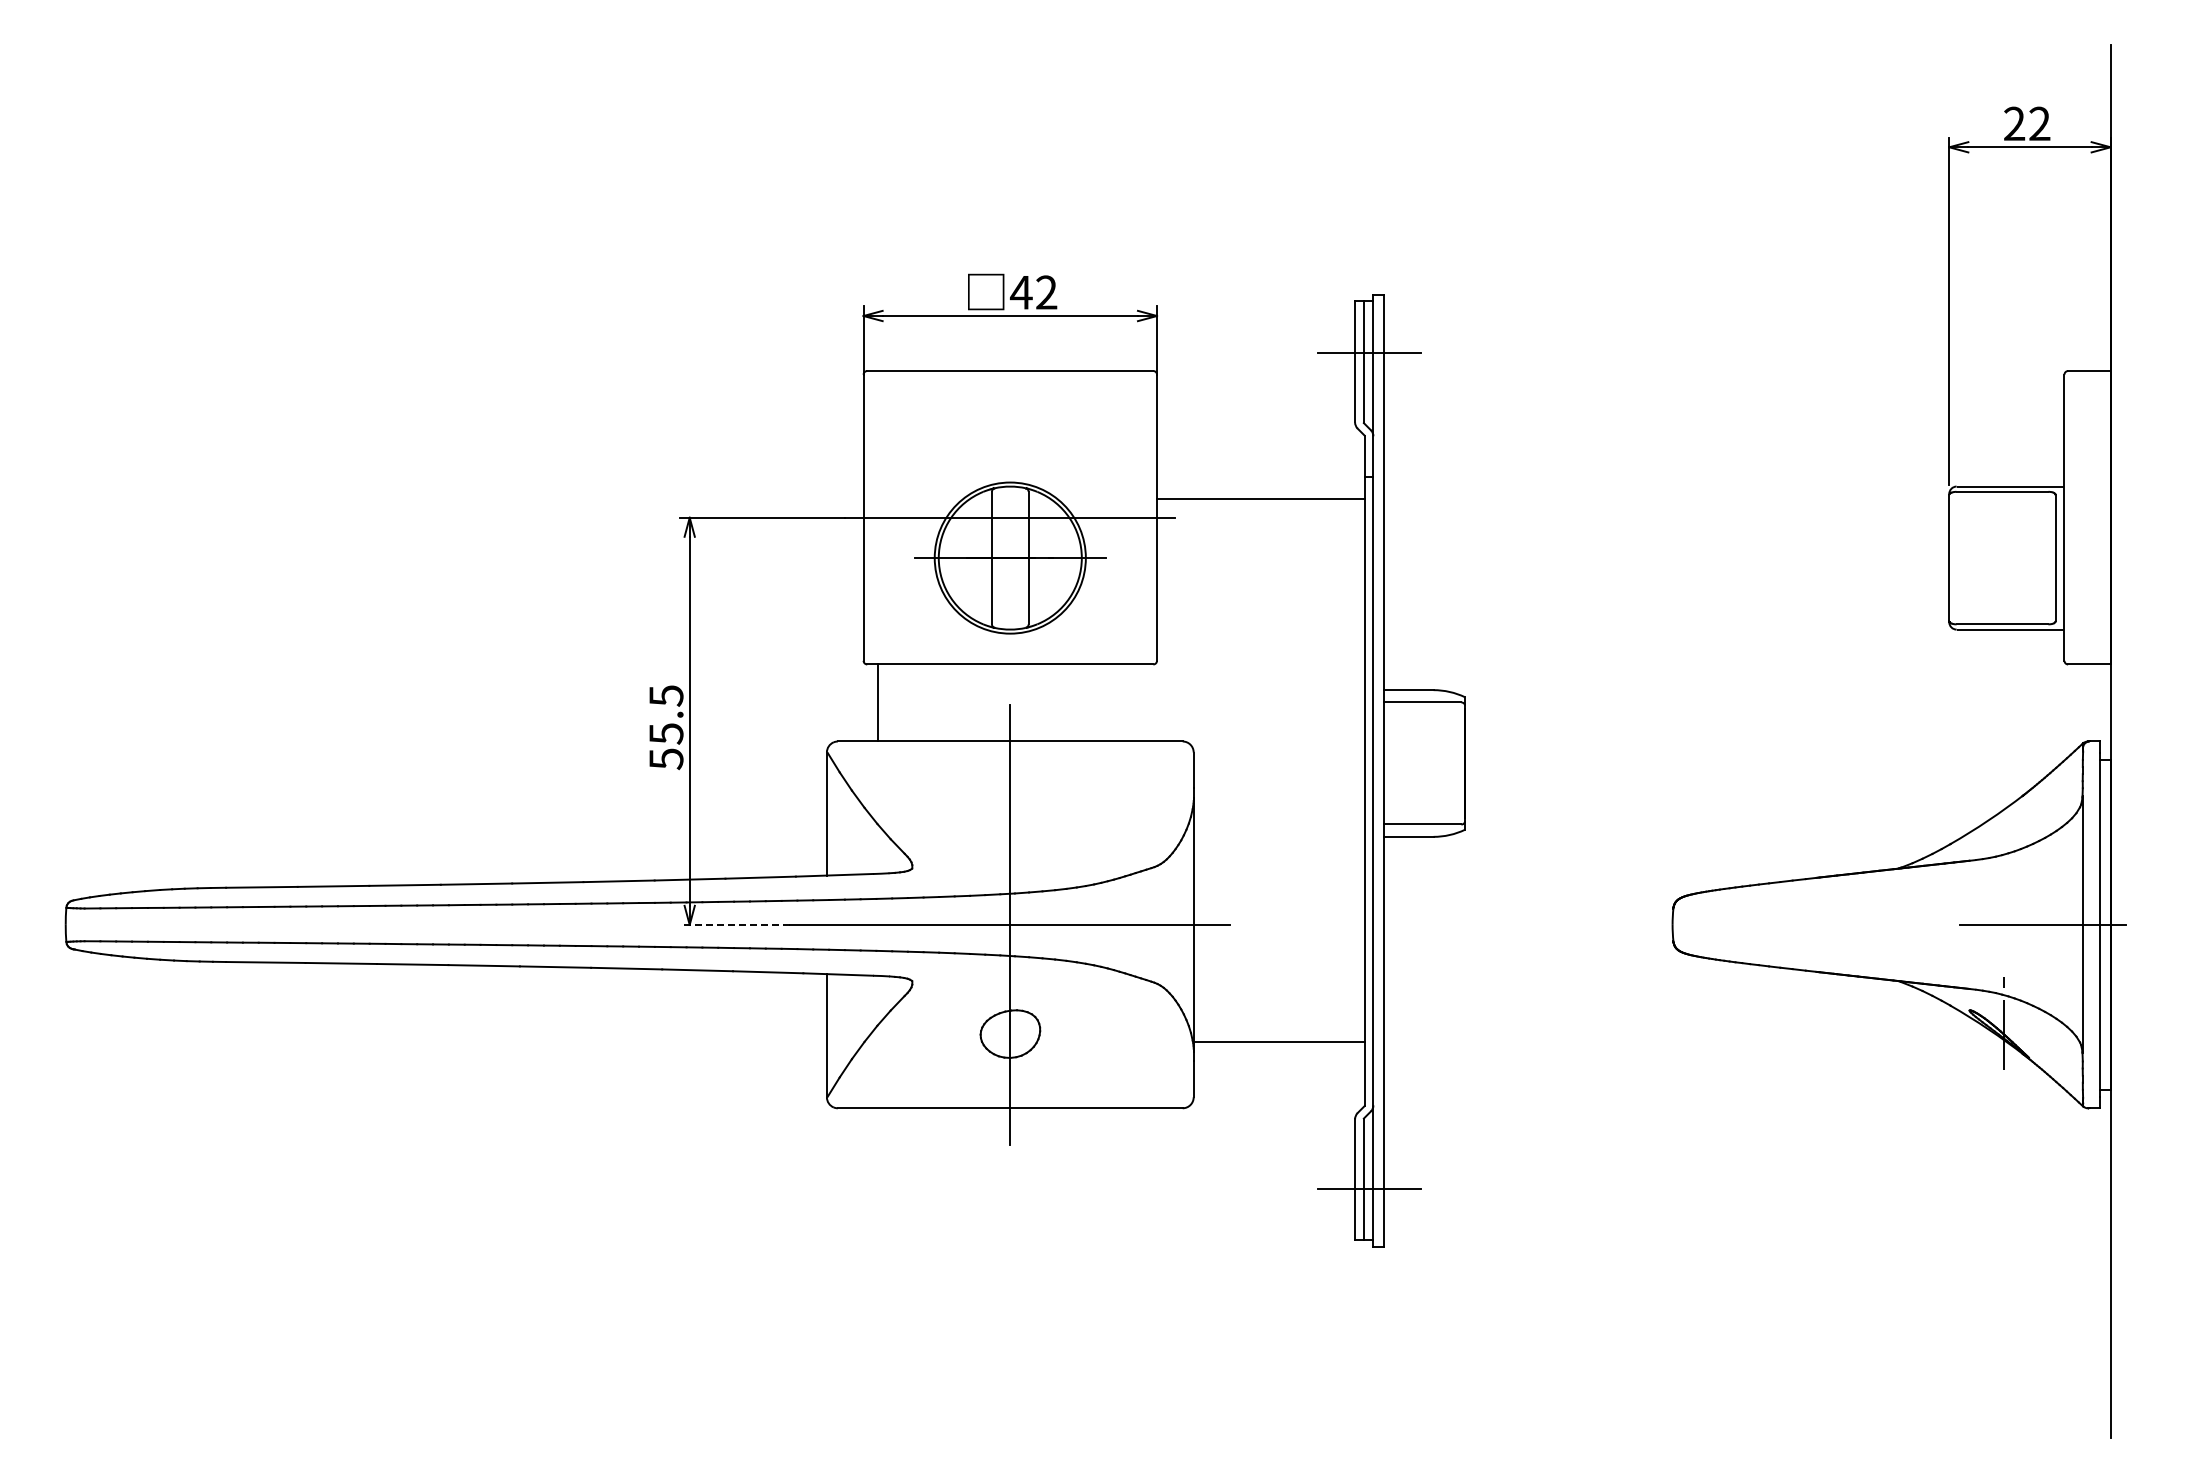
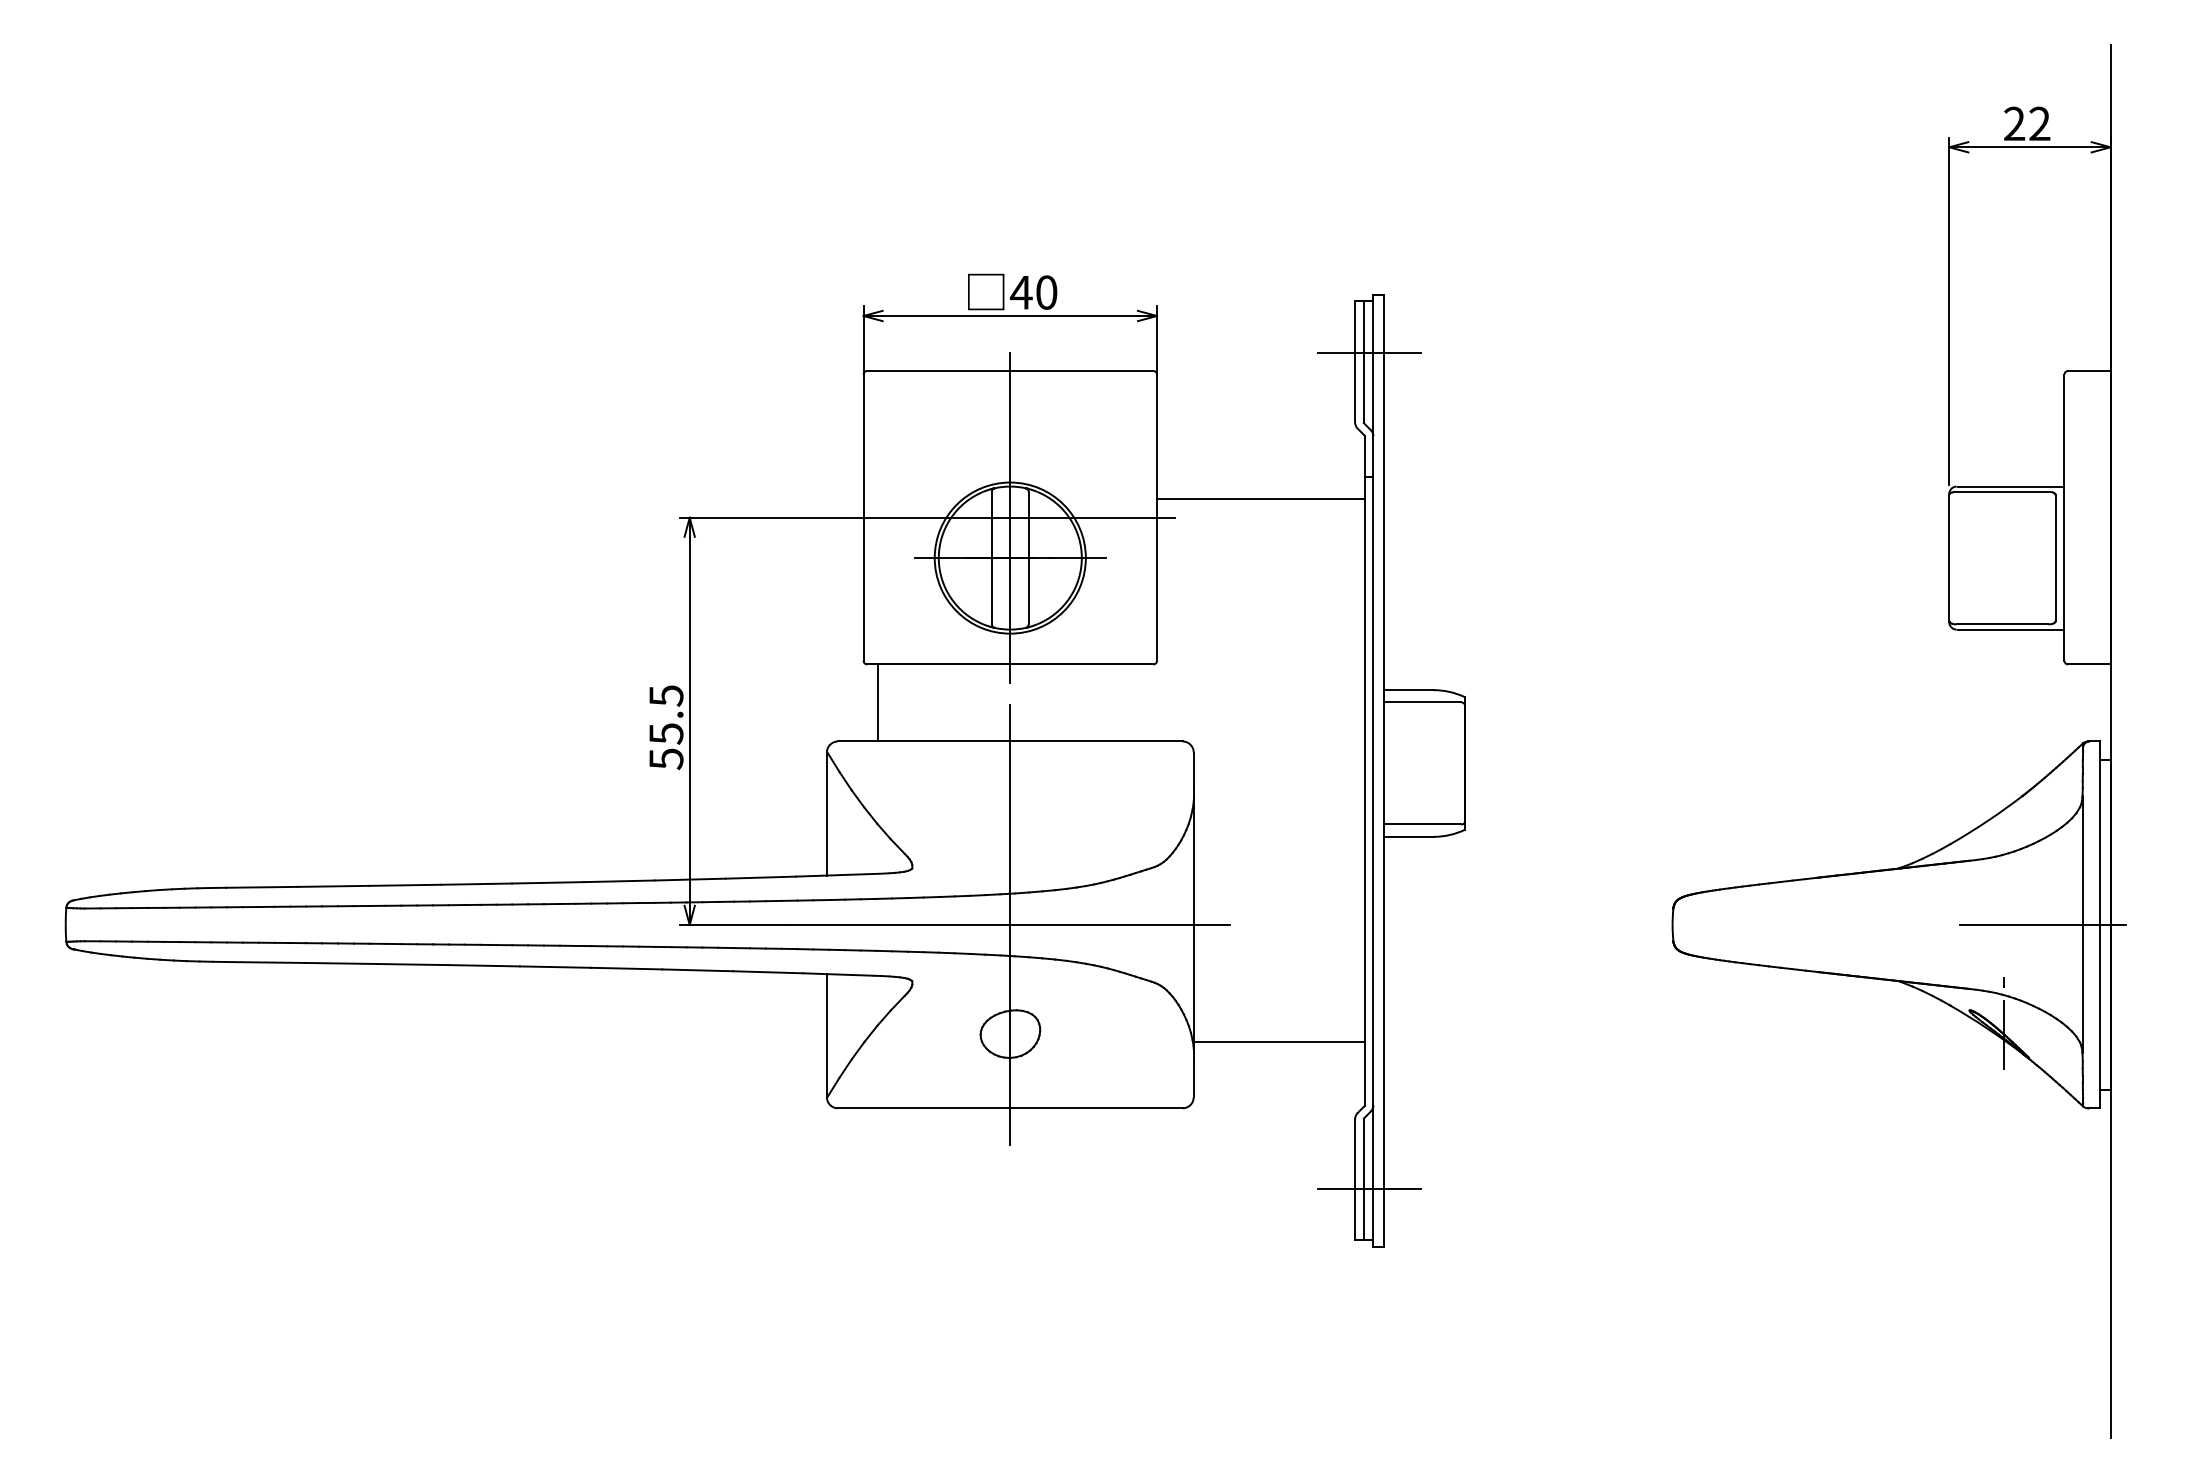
text at (1046, 292): 42 -> 40
line at (1010, 517): none -> present
line at (734, 924): dashed -> solid
